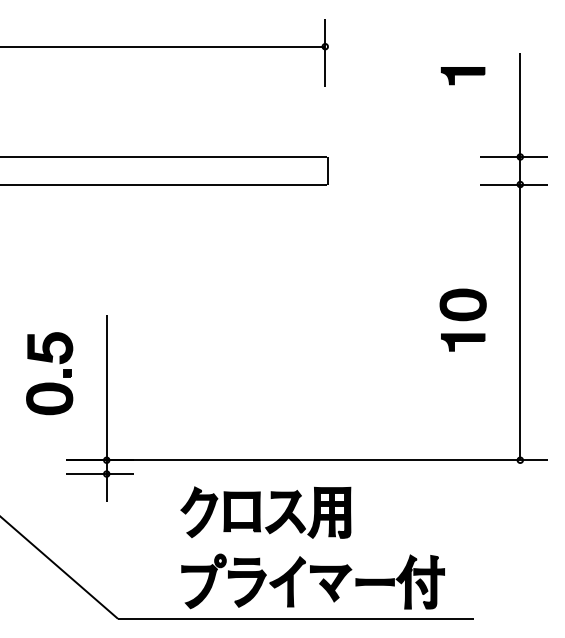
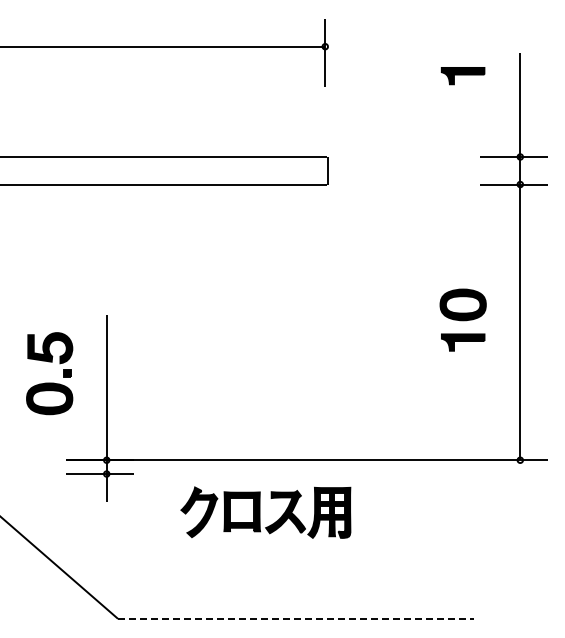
part at (319, 583): present -> none
line at (295, 618): solid -> dashed
